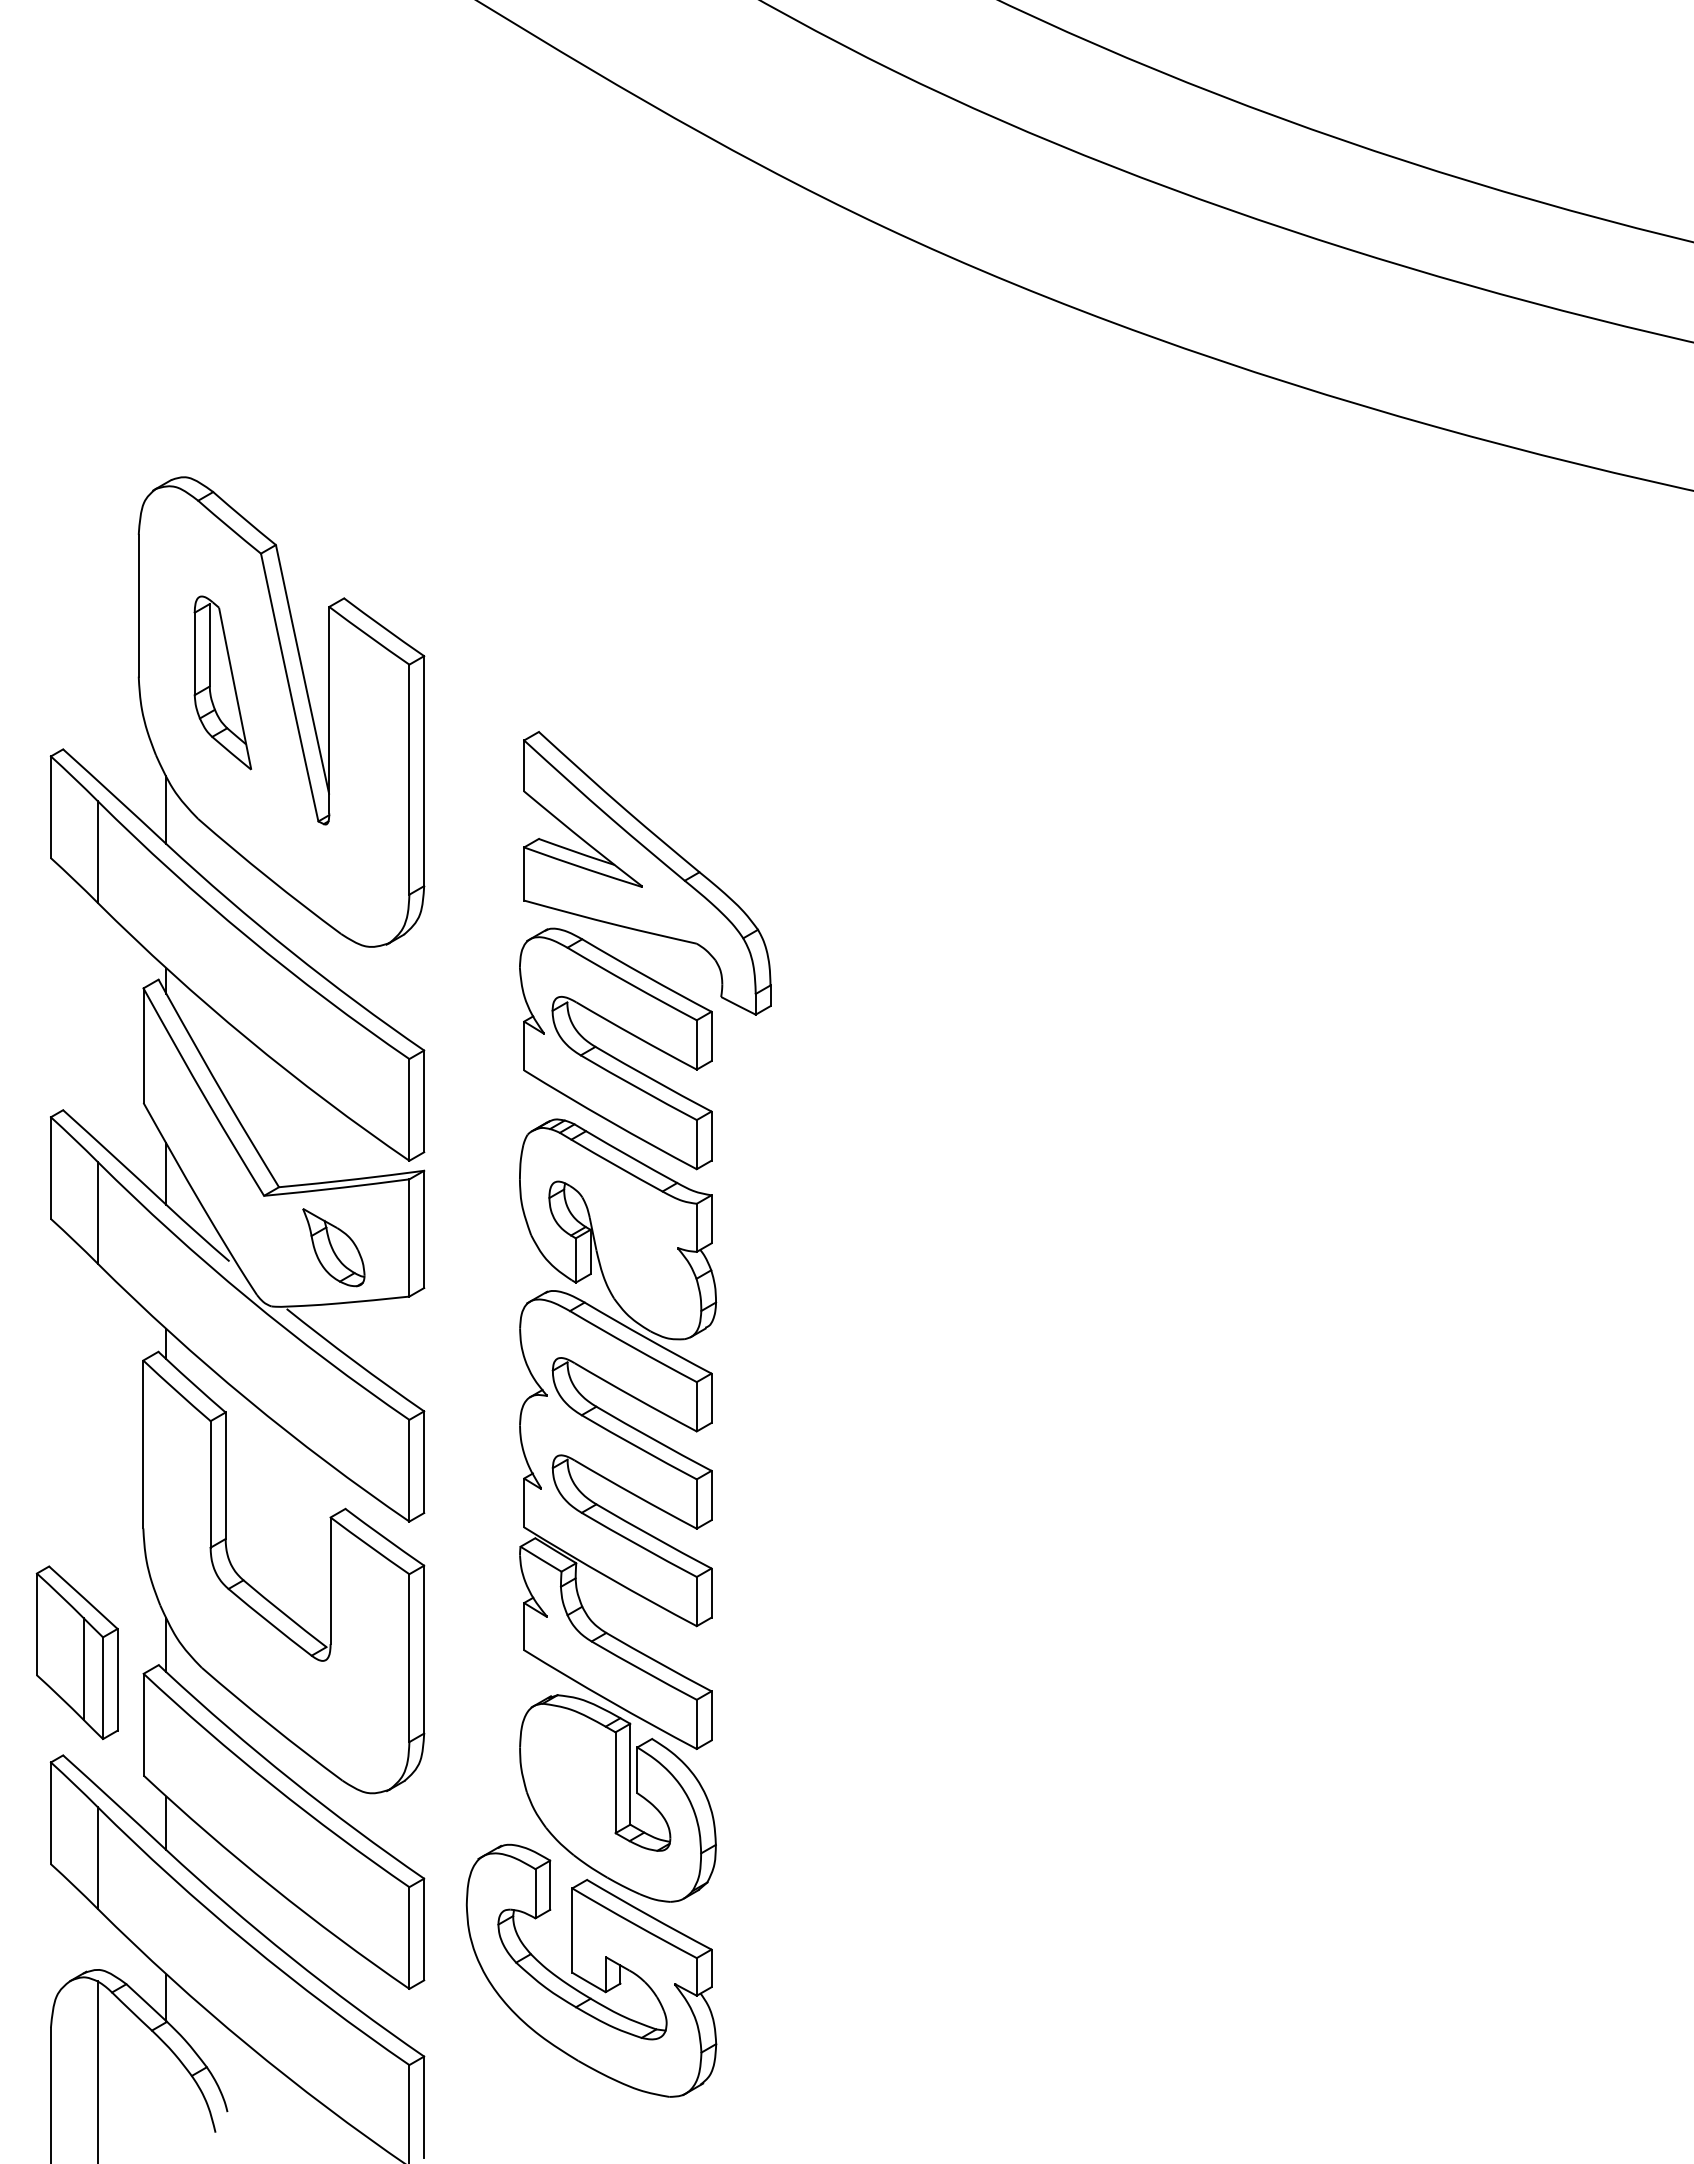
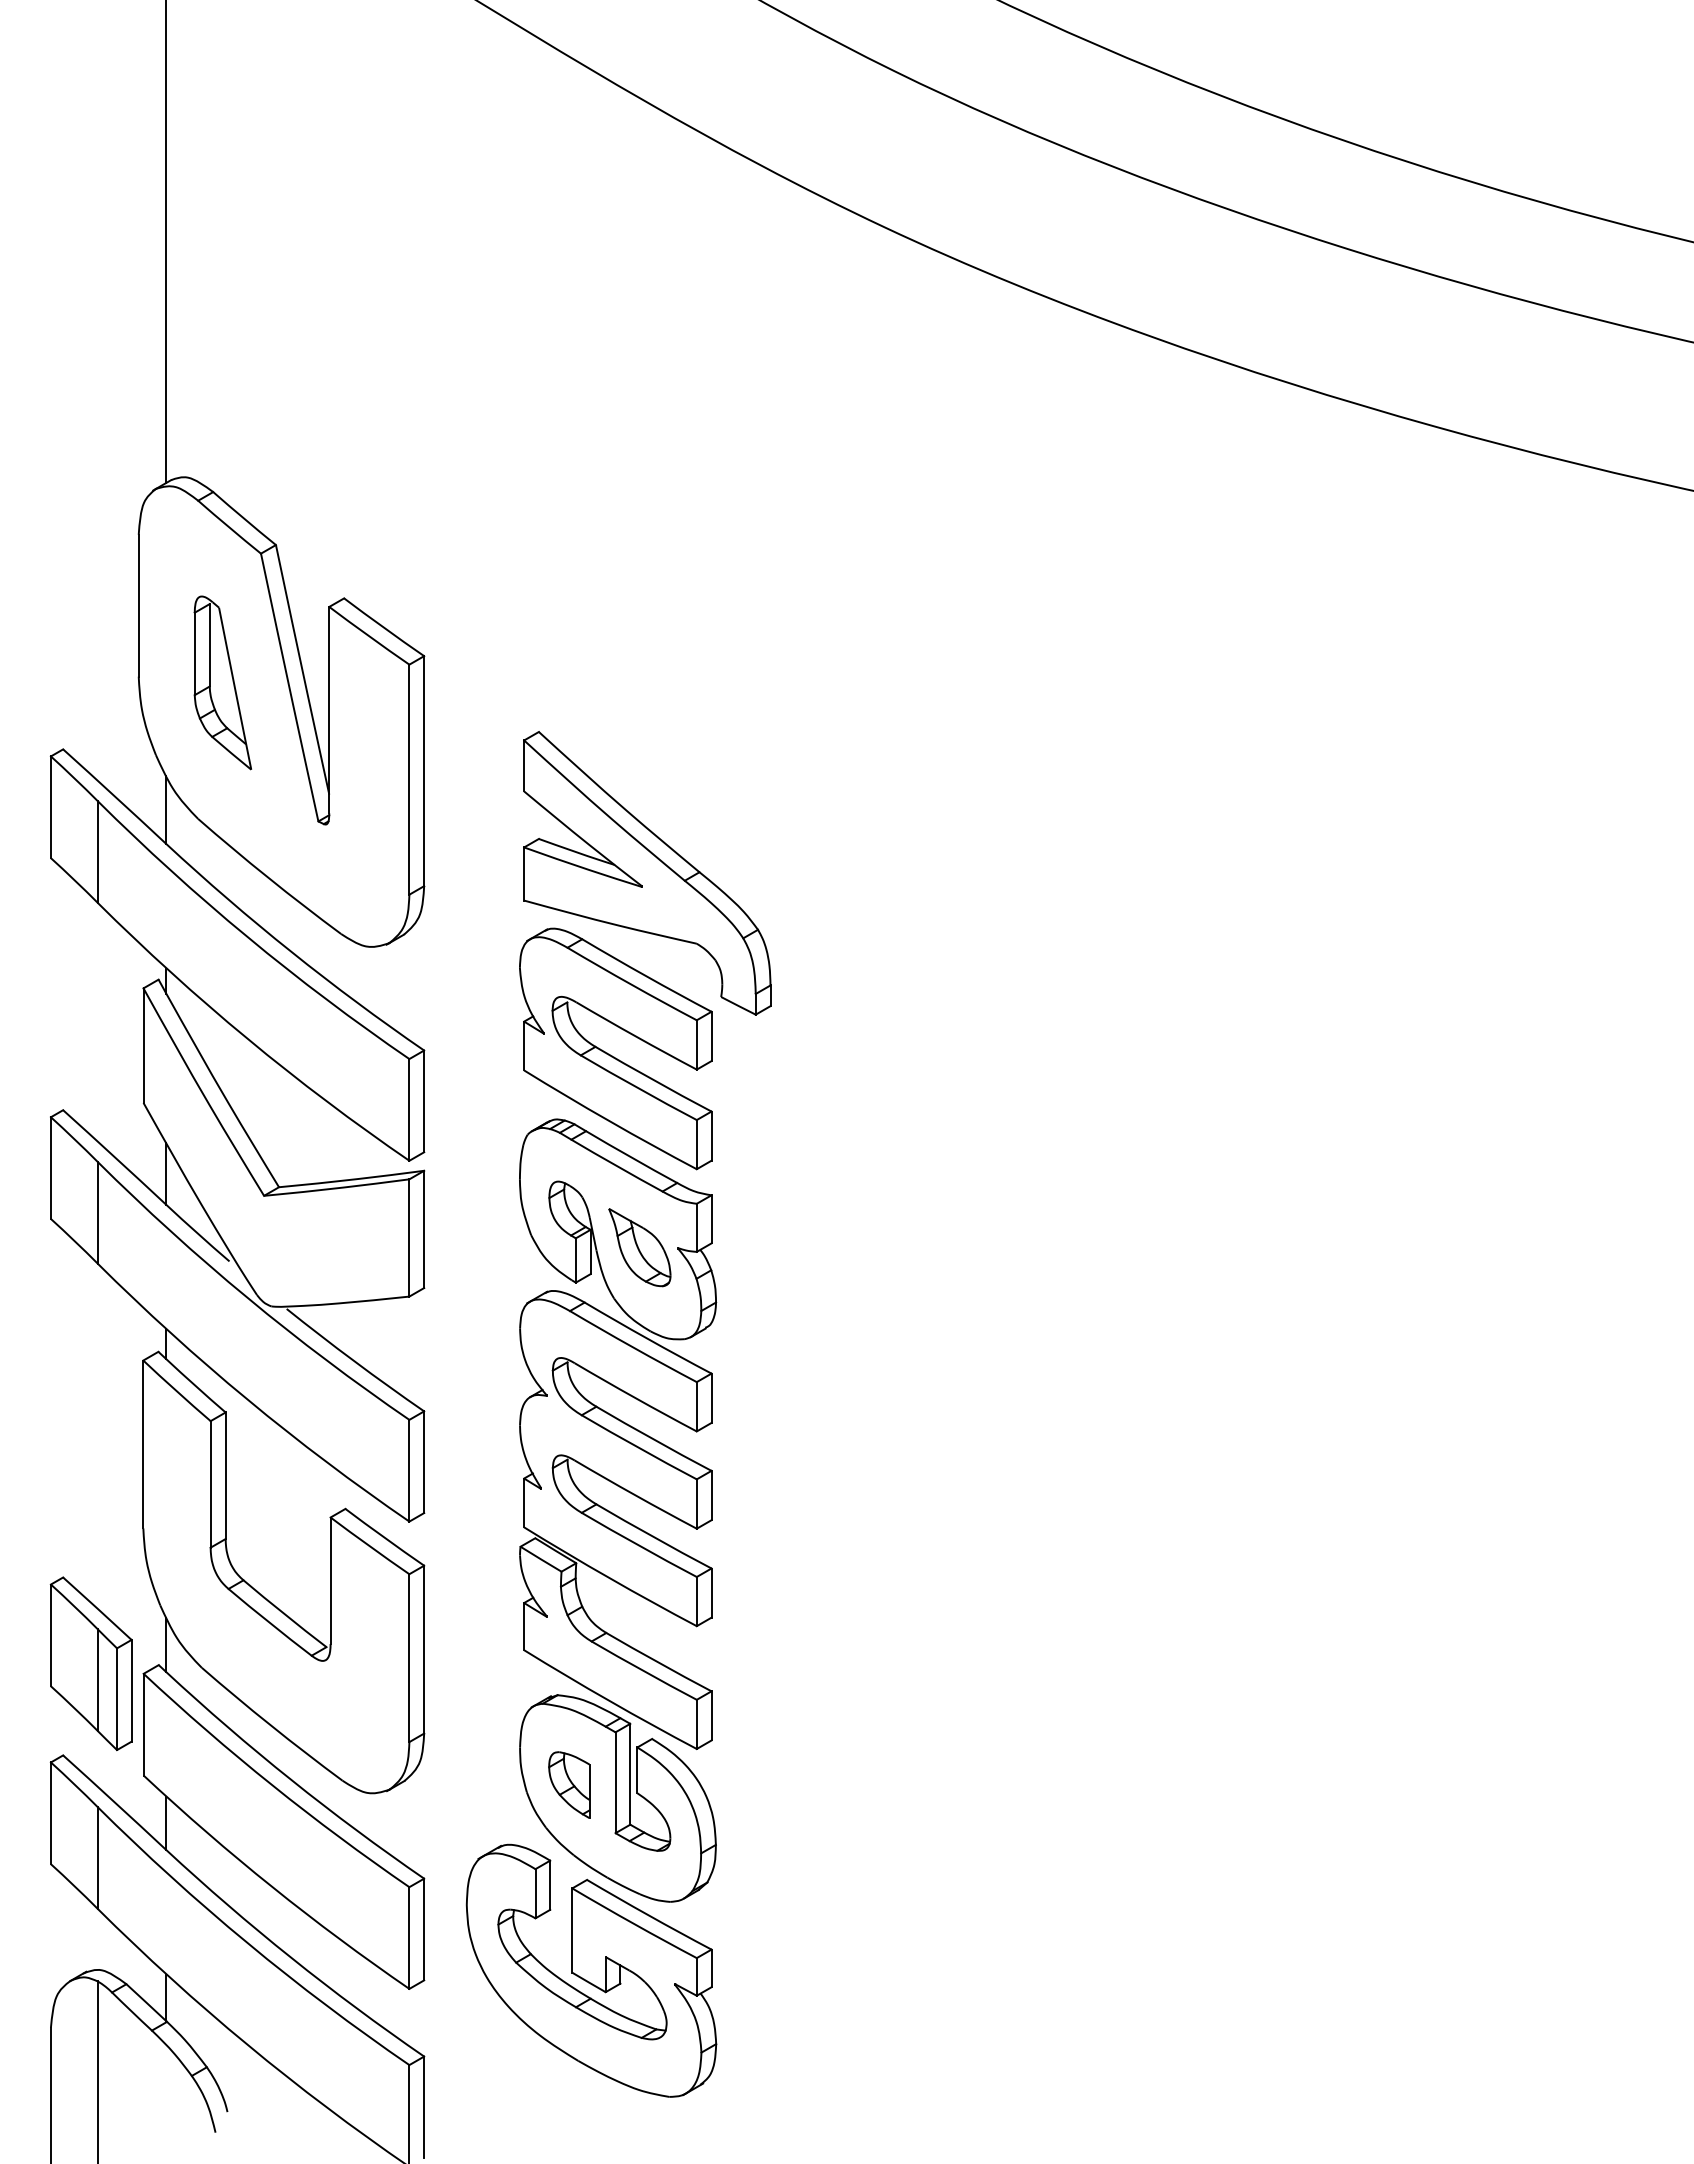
line at (166, 242): none -> present
part at (333, 1247) position: (333, 1247) -> (639, 1247)
part at (76, 1652) position: (76, 1652) -> (90, 1663)
part at (569, 1784): none -> present
